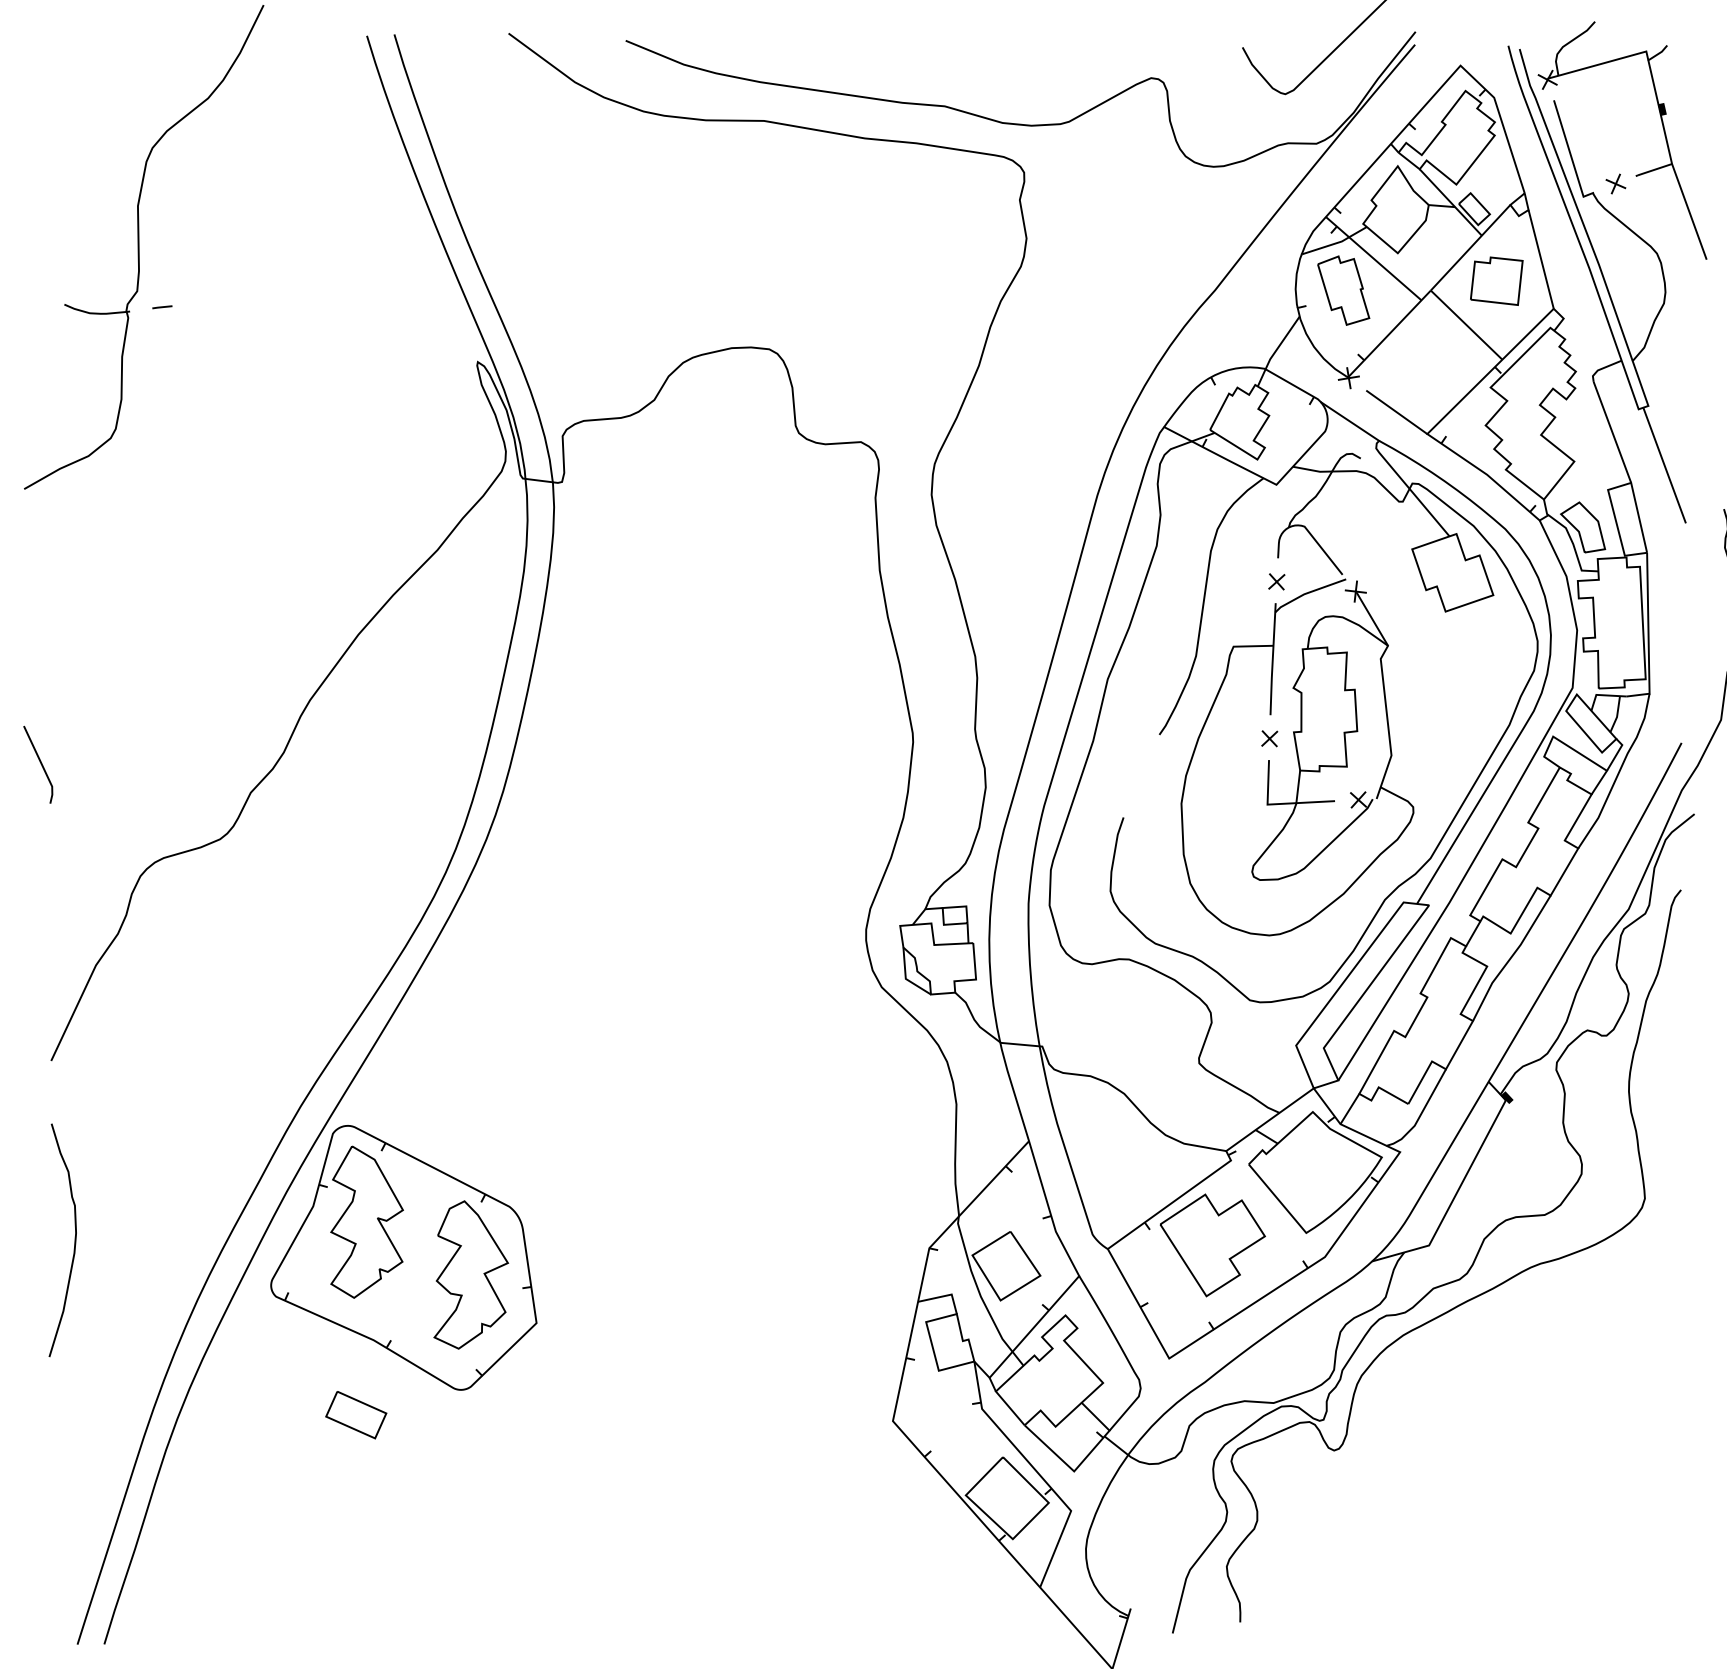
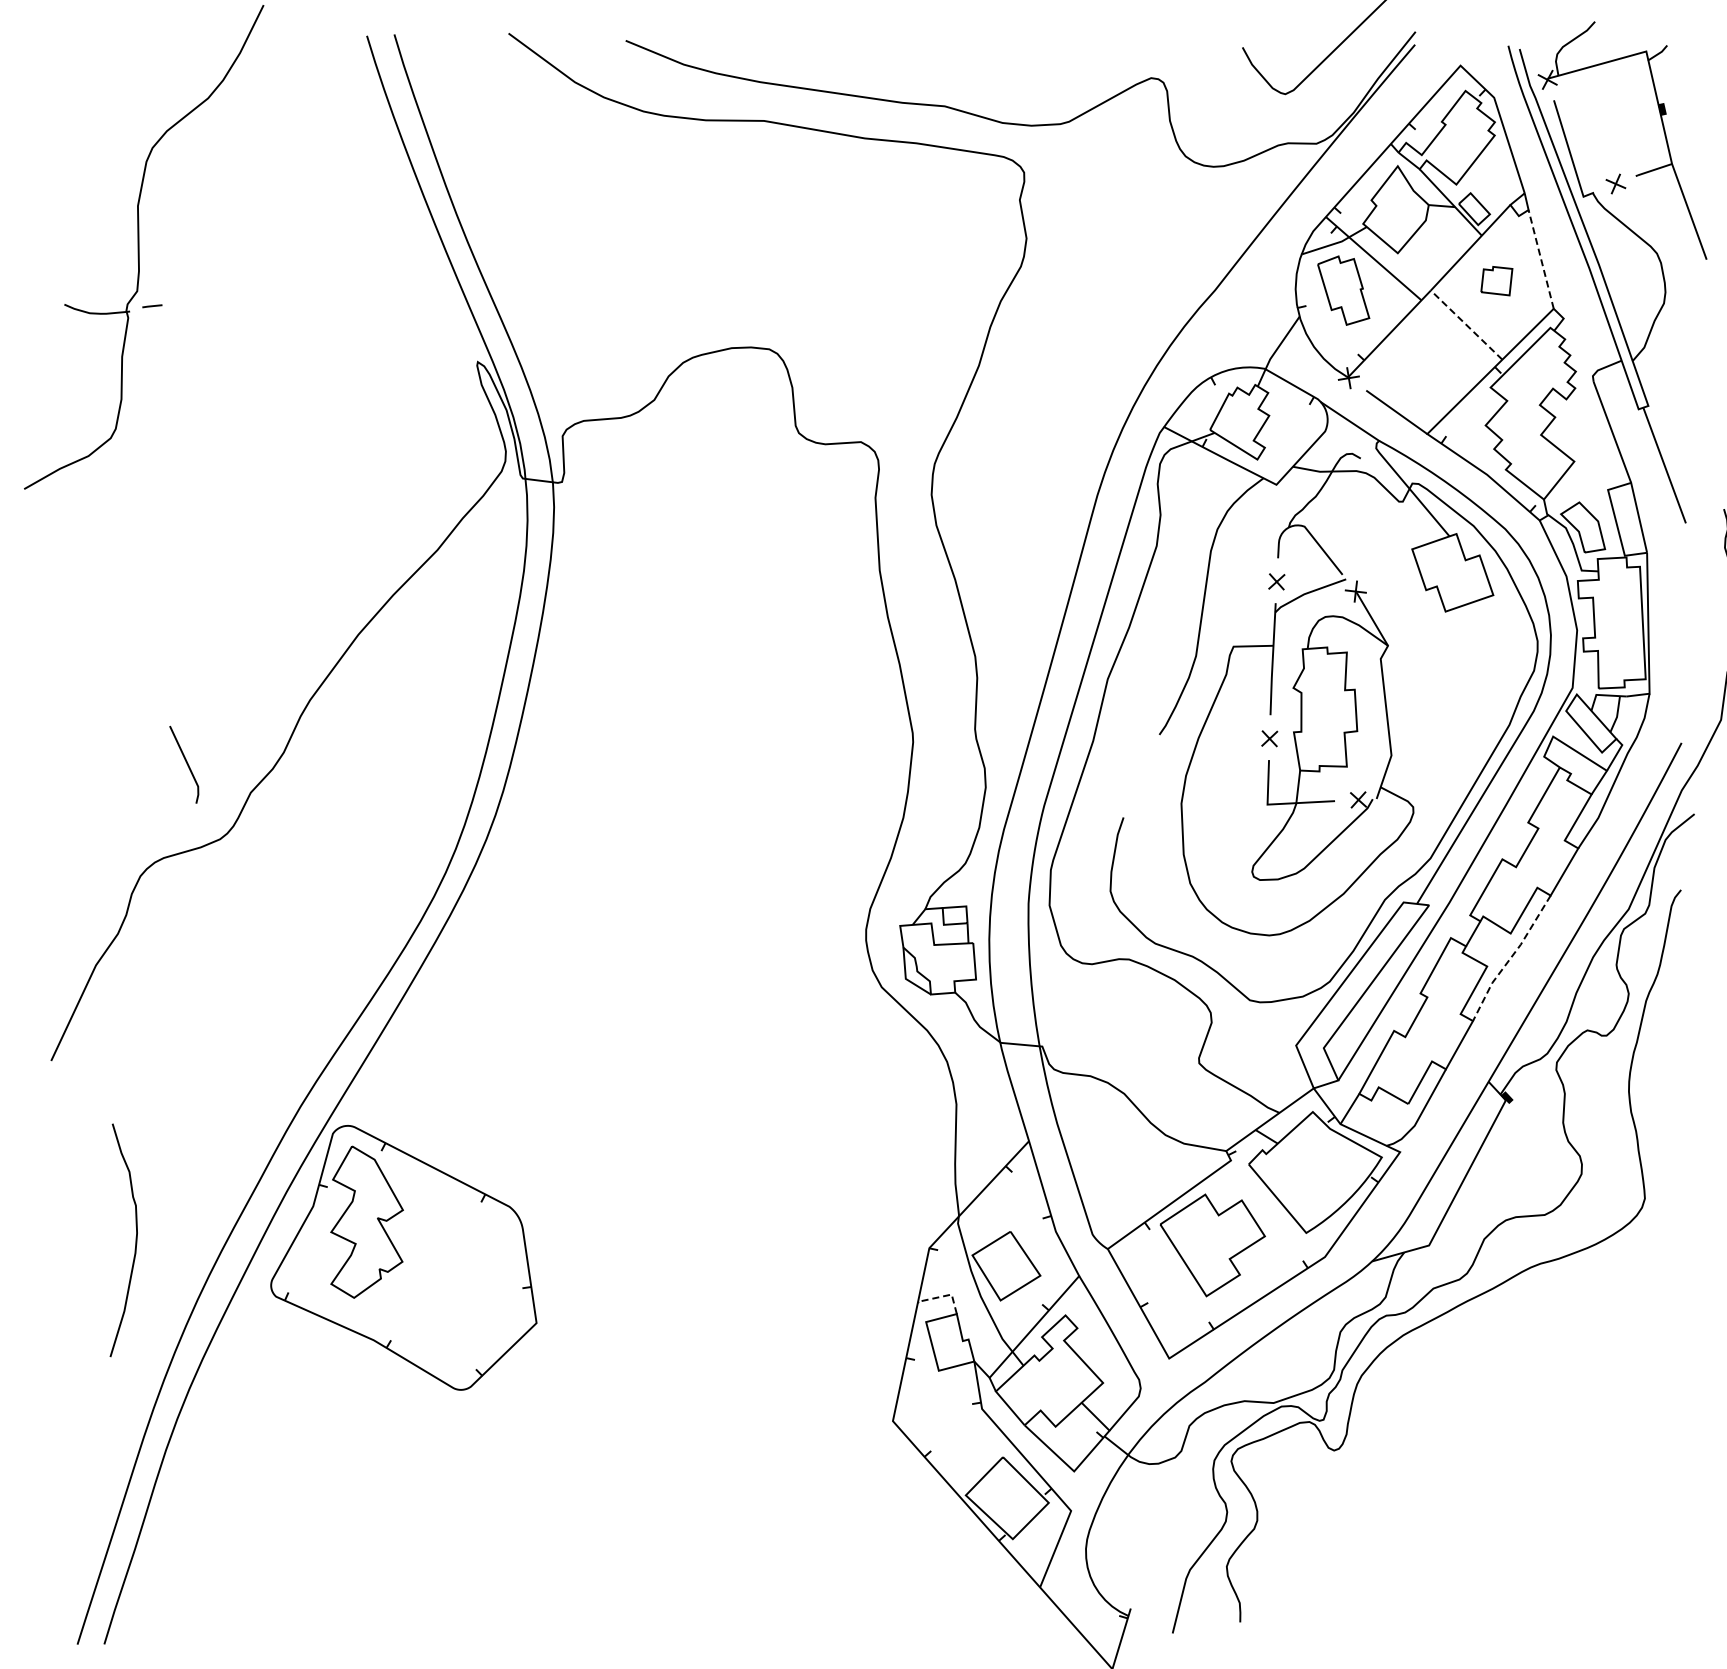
line at (1541, 259): solid -> dashed
part at (1496, 280) size: 54x50 px -> 34x31 px
line at (162, 307) position: (162, 307) -> (152, 306)
line at (1466, 325): solid -> dashed
line at (40, 764) position: (40, 764) -> (186, 764)
line at (1510, 958): solid -> dashed
curve at (74, 1240) position: (74, 1240) -> (135, 1240)
part at (471, 1274): present -> none
line at (945, 1296): solid -> dashed
part at (356, 1415): present -> none
